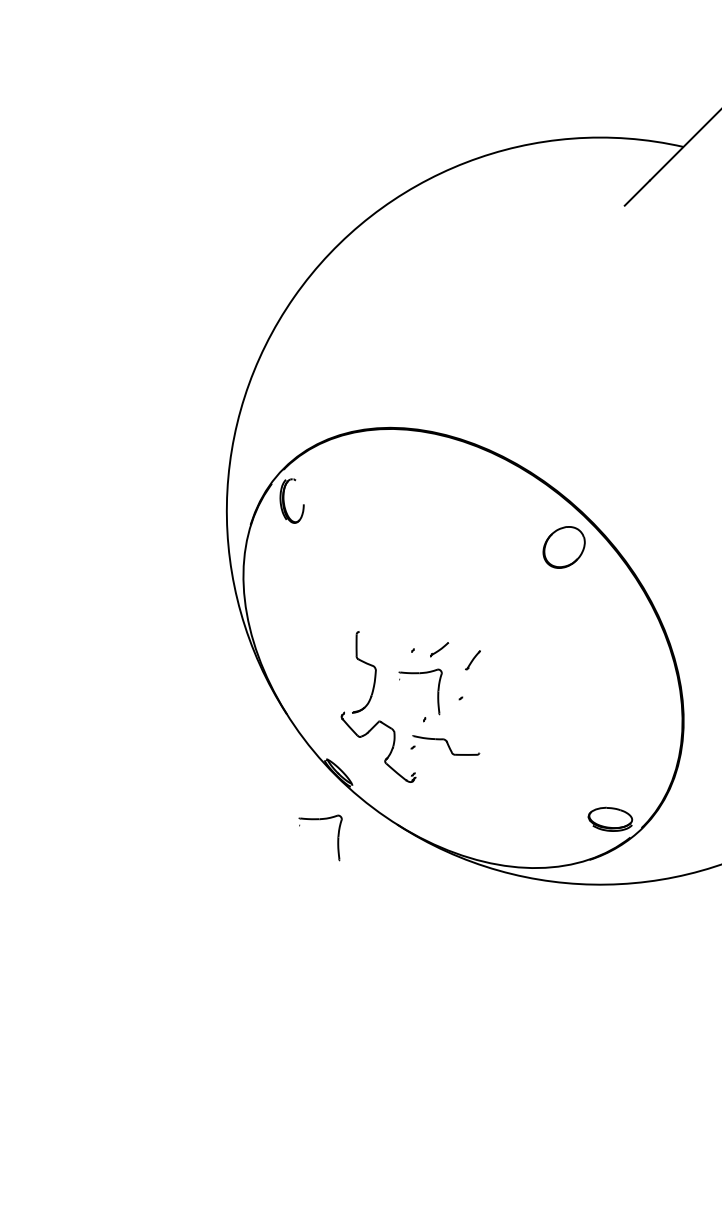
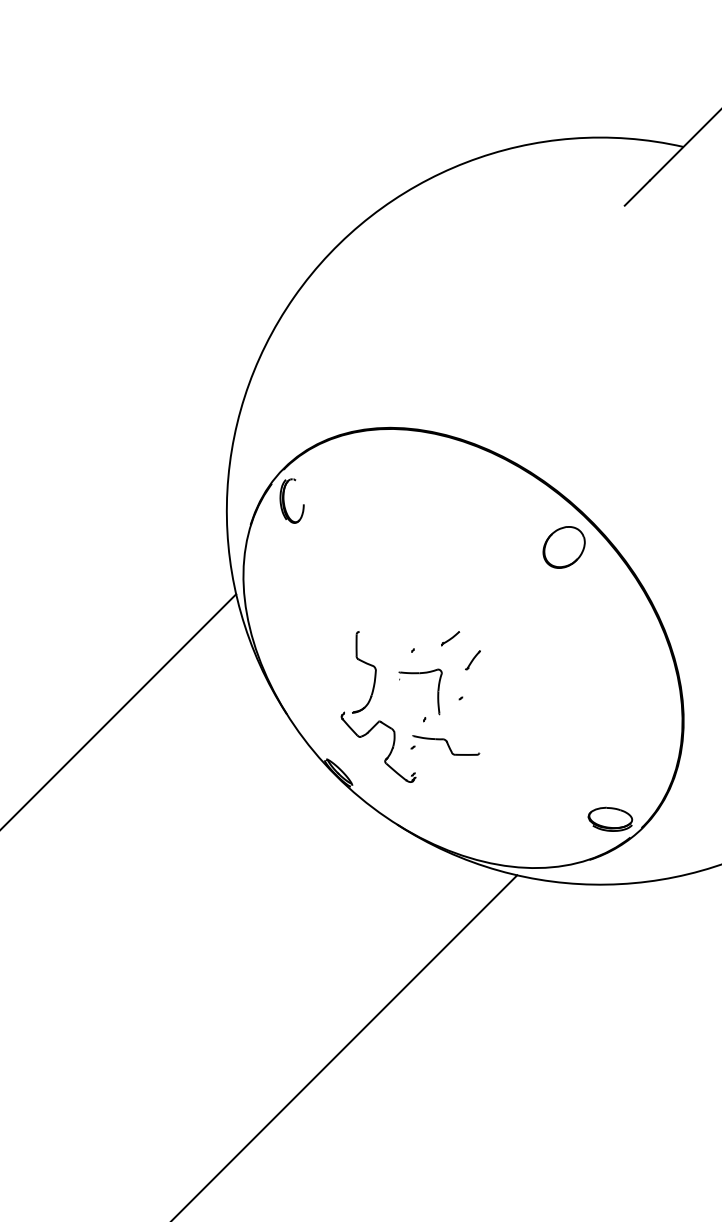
part at (439, 649) position: (439, 649) -> (450, 638)
line at (119, 711): none -> present
part at (320, 820): present -> none
line at (345, 1046): none -> present
